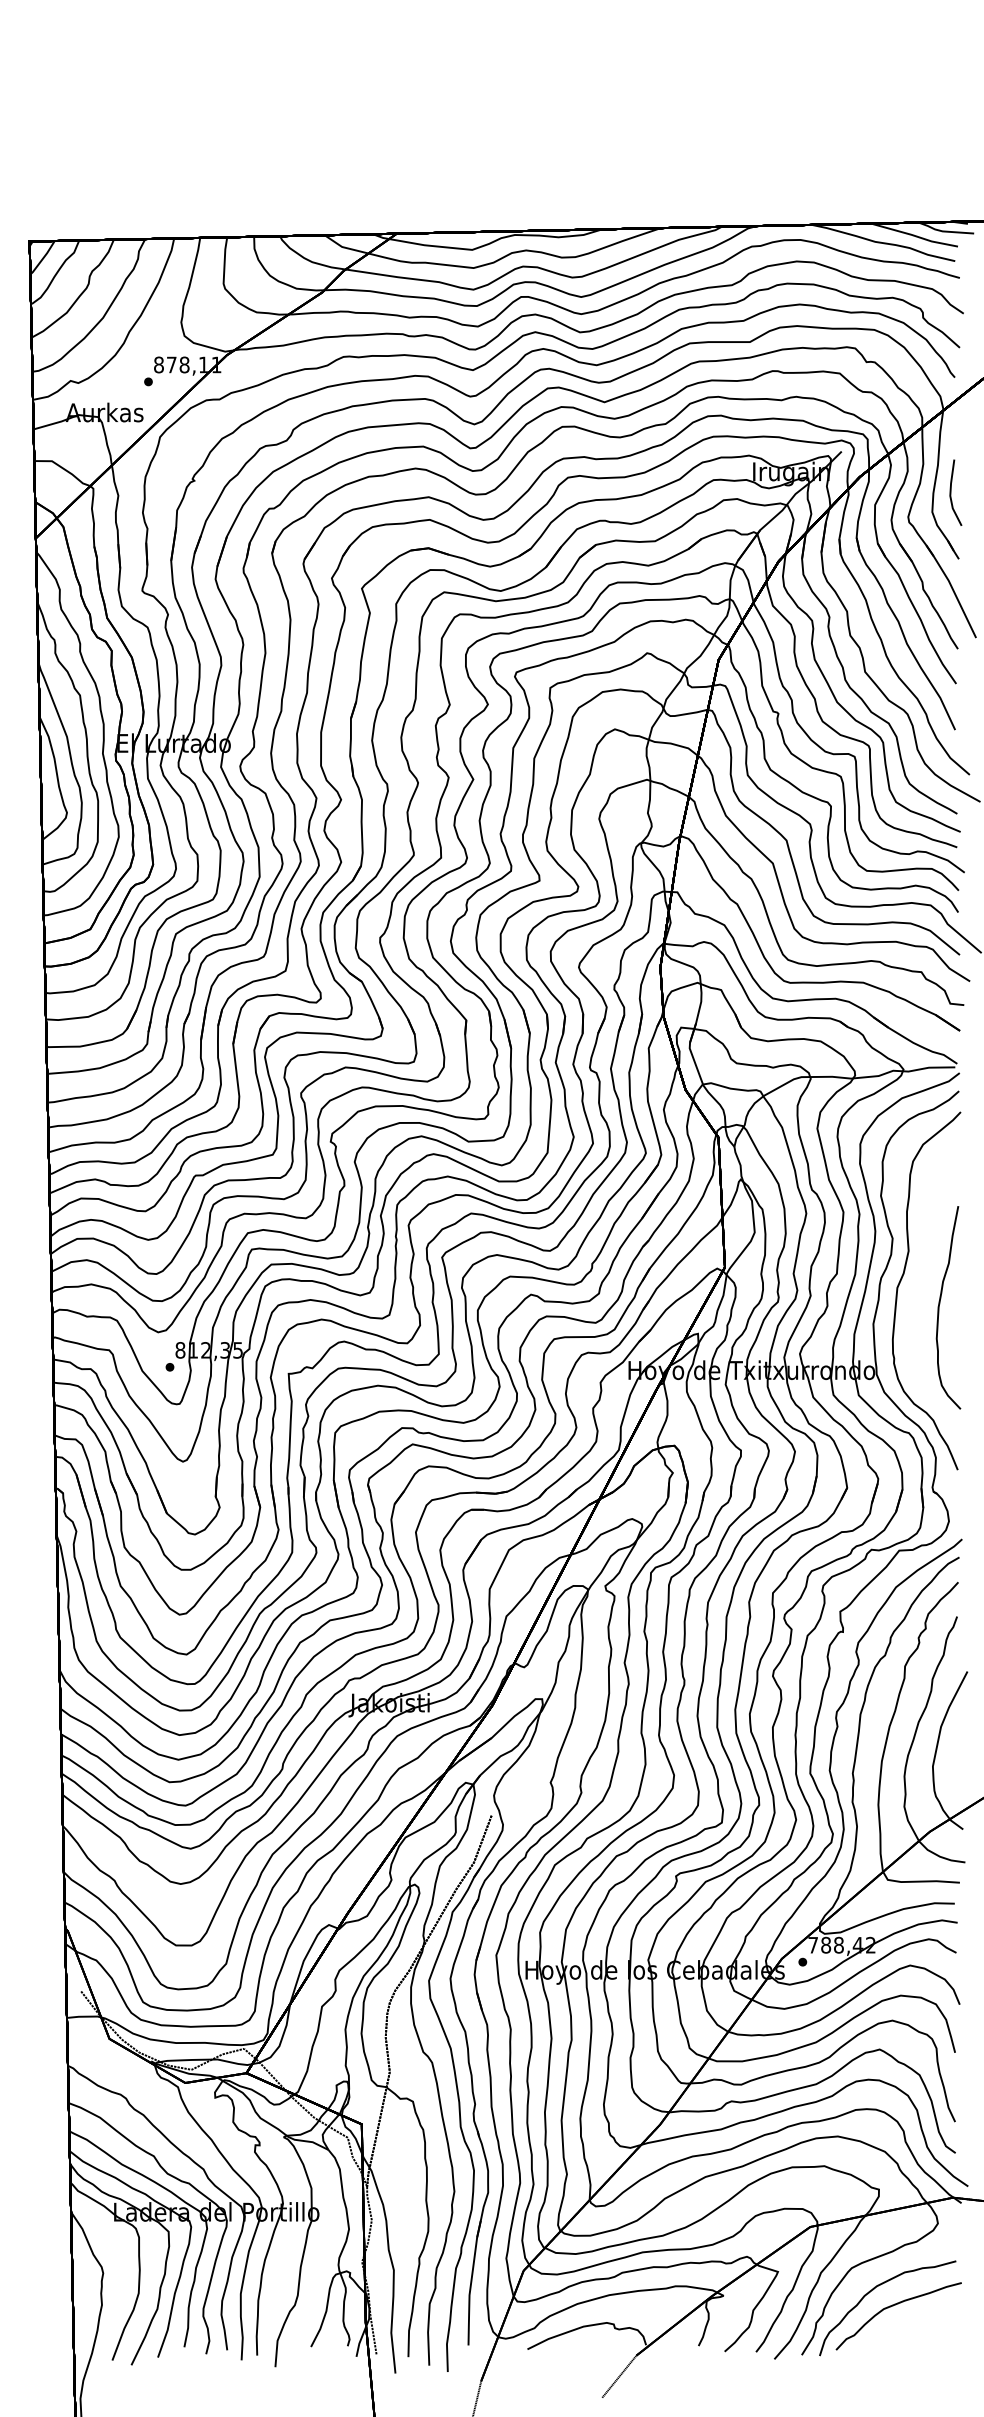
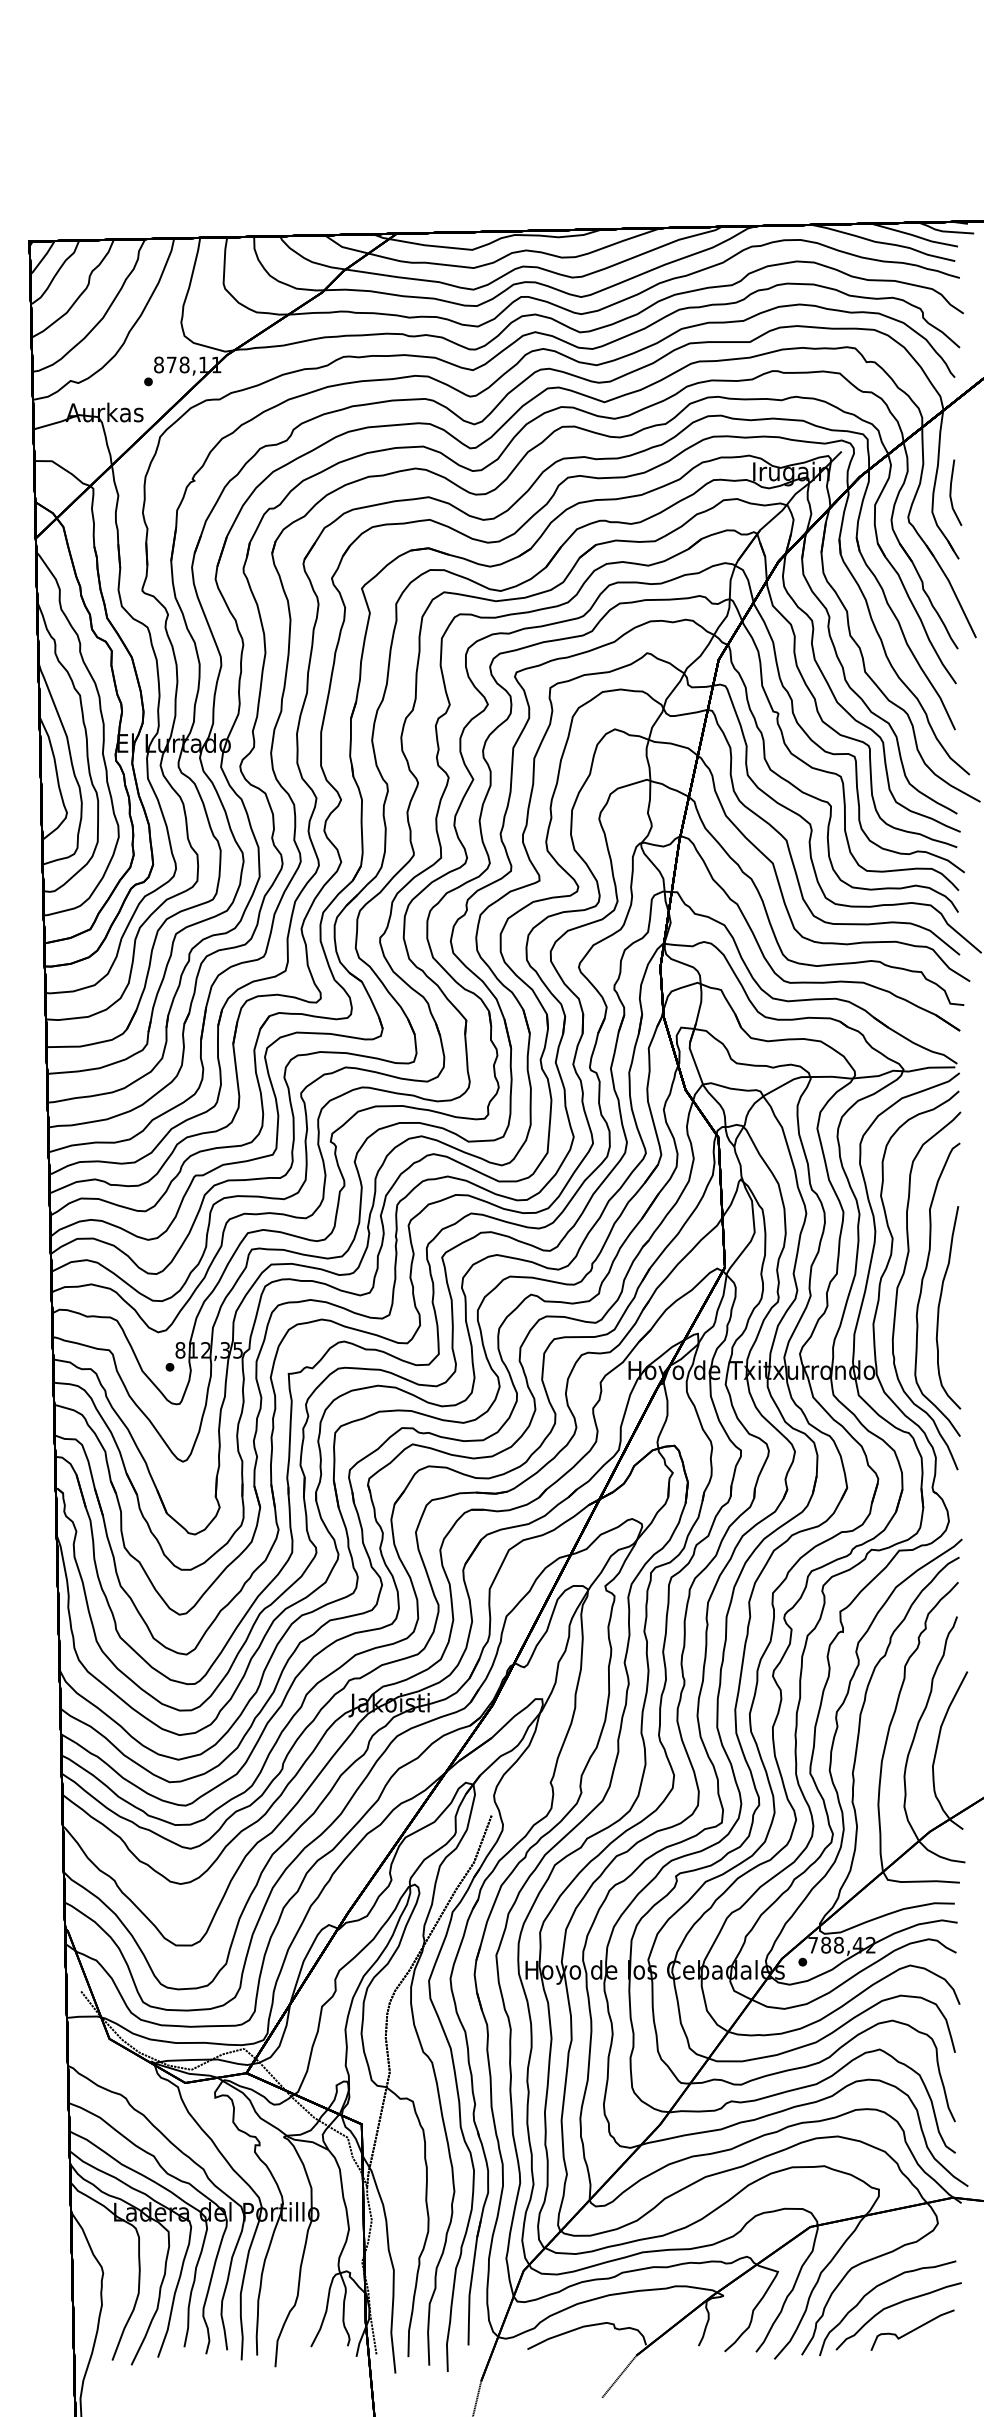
part at (922, 1289): none -> present
curve at (912, 2329): none -> present
